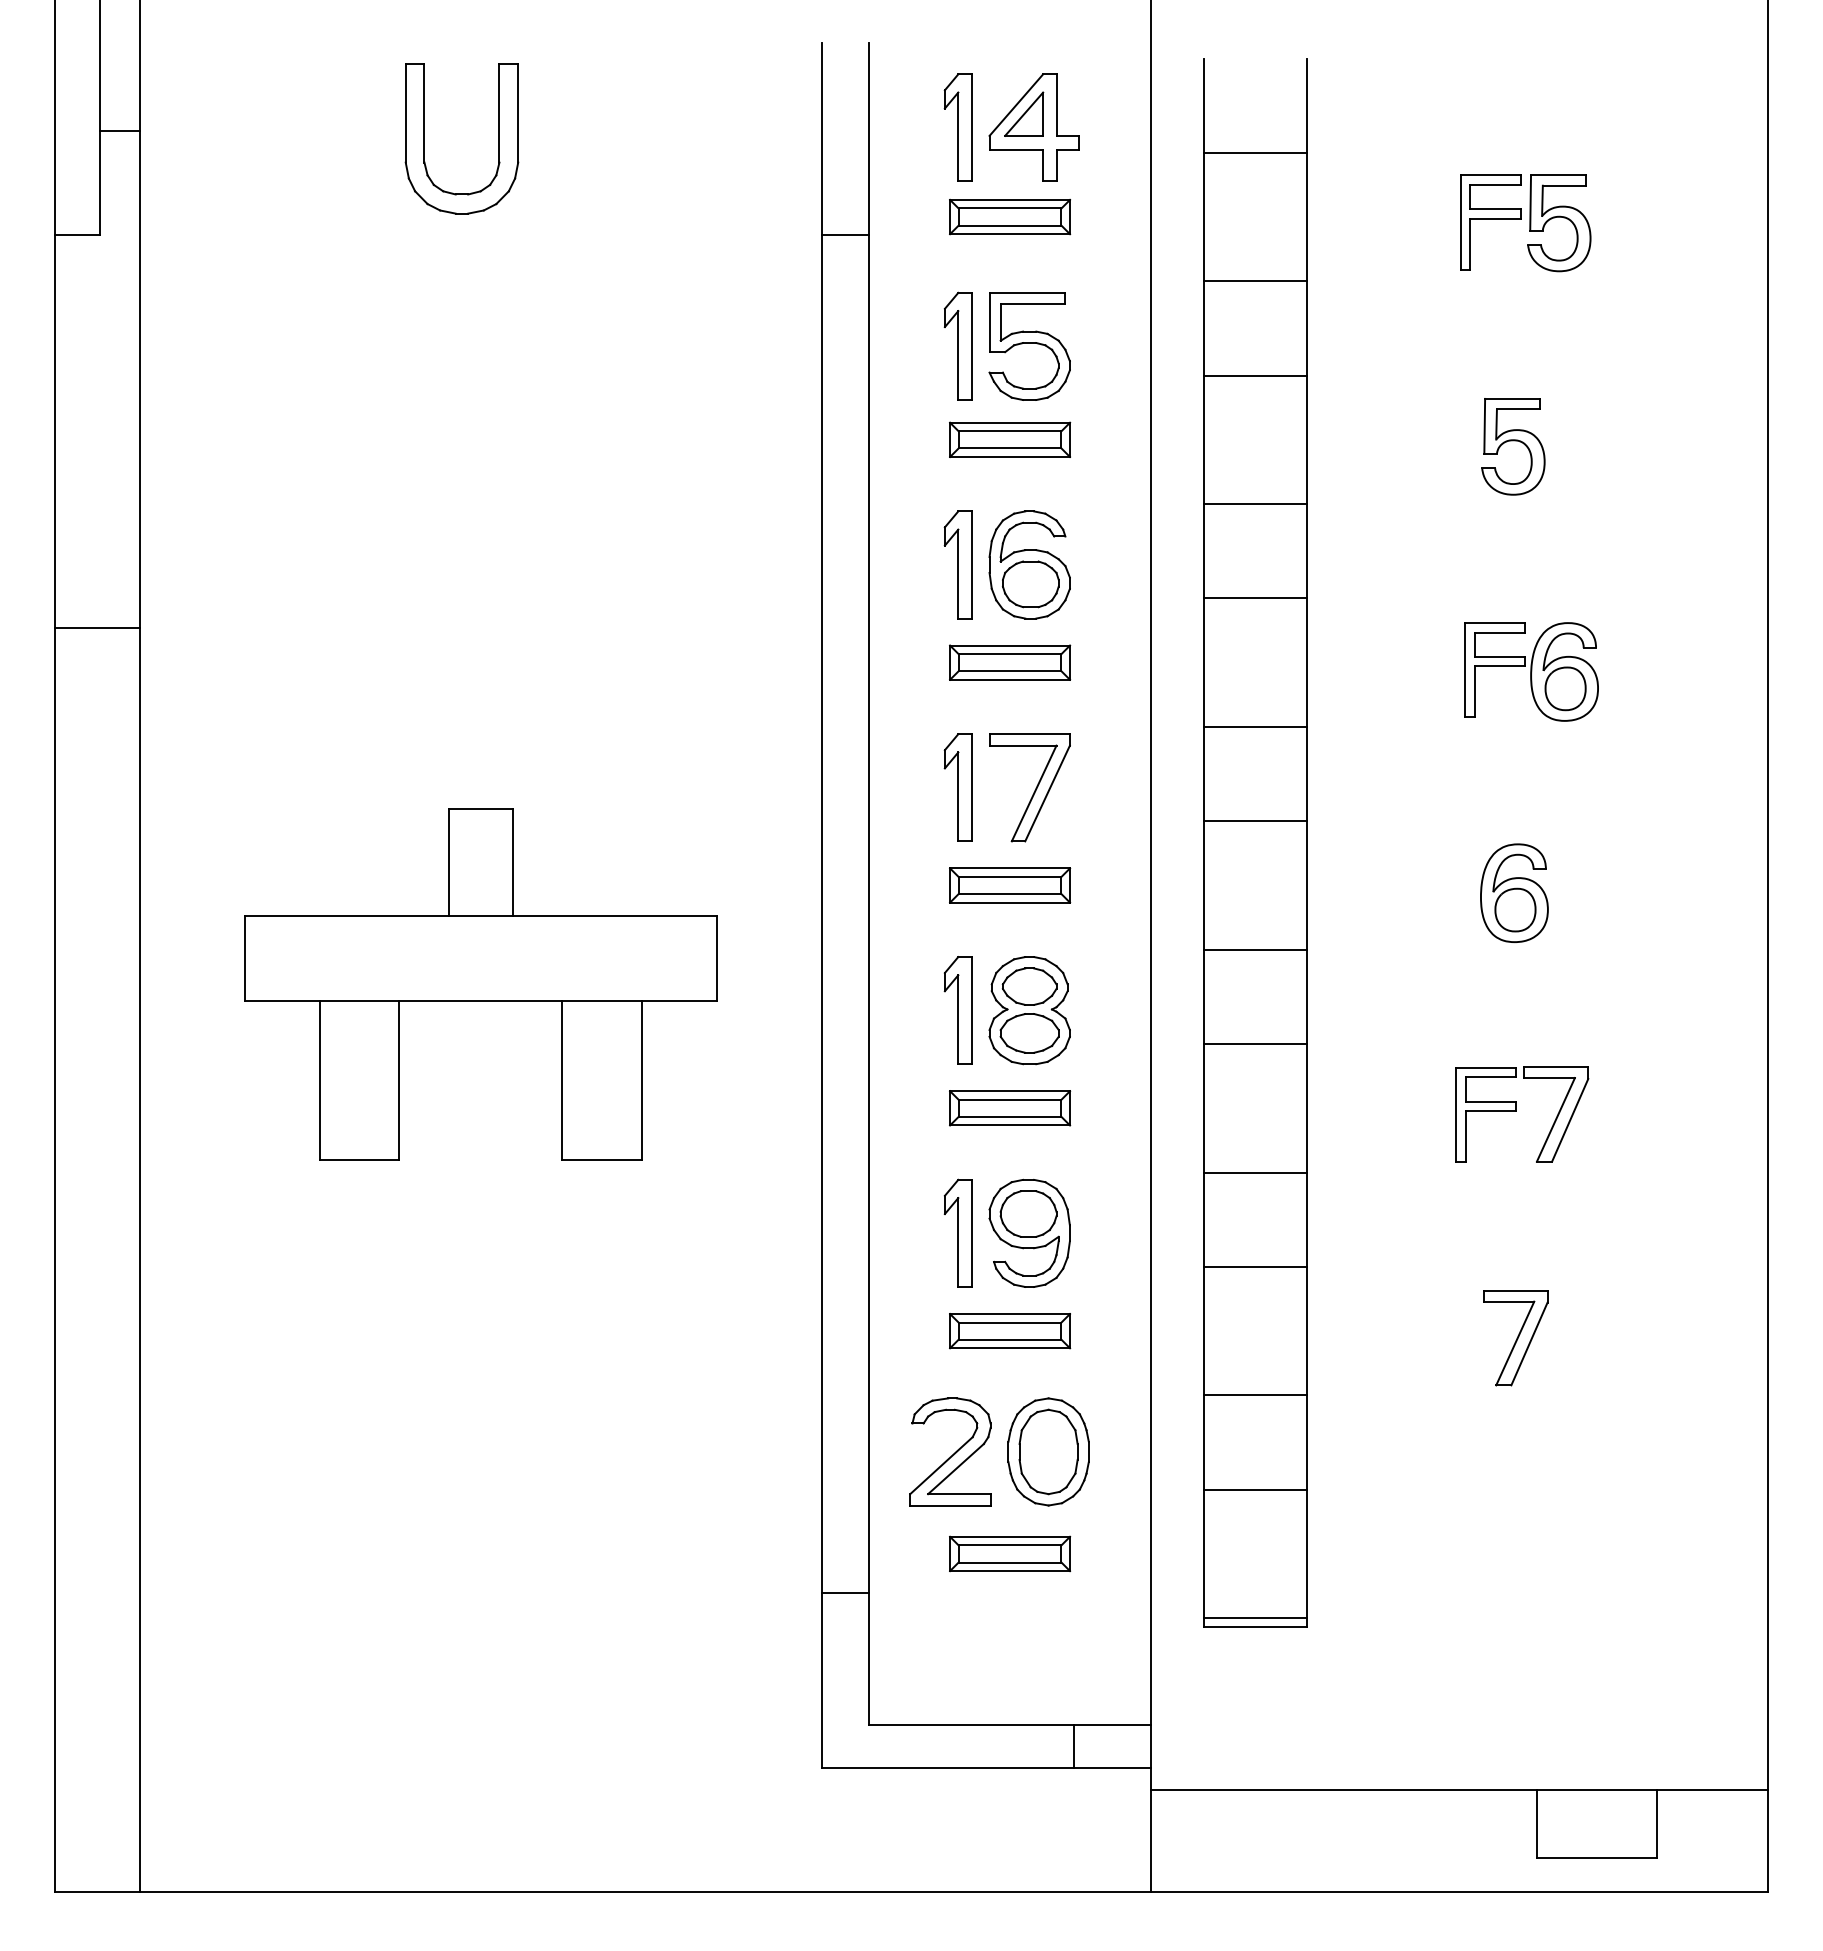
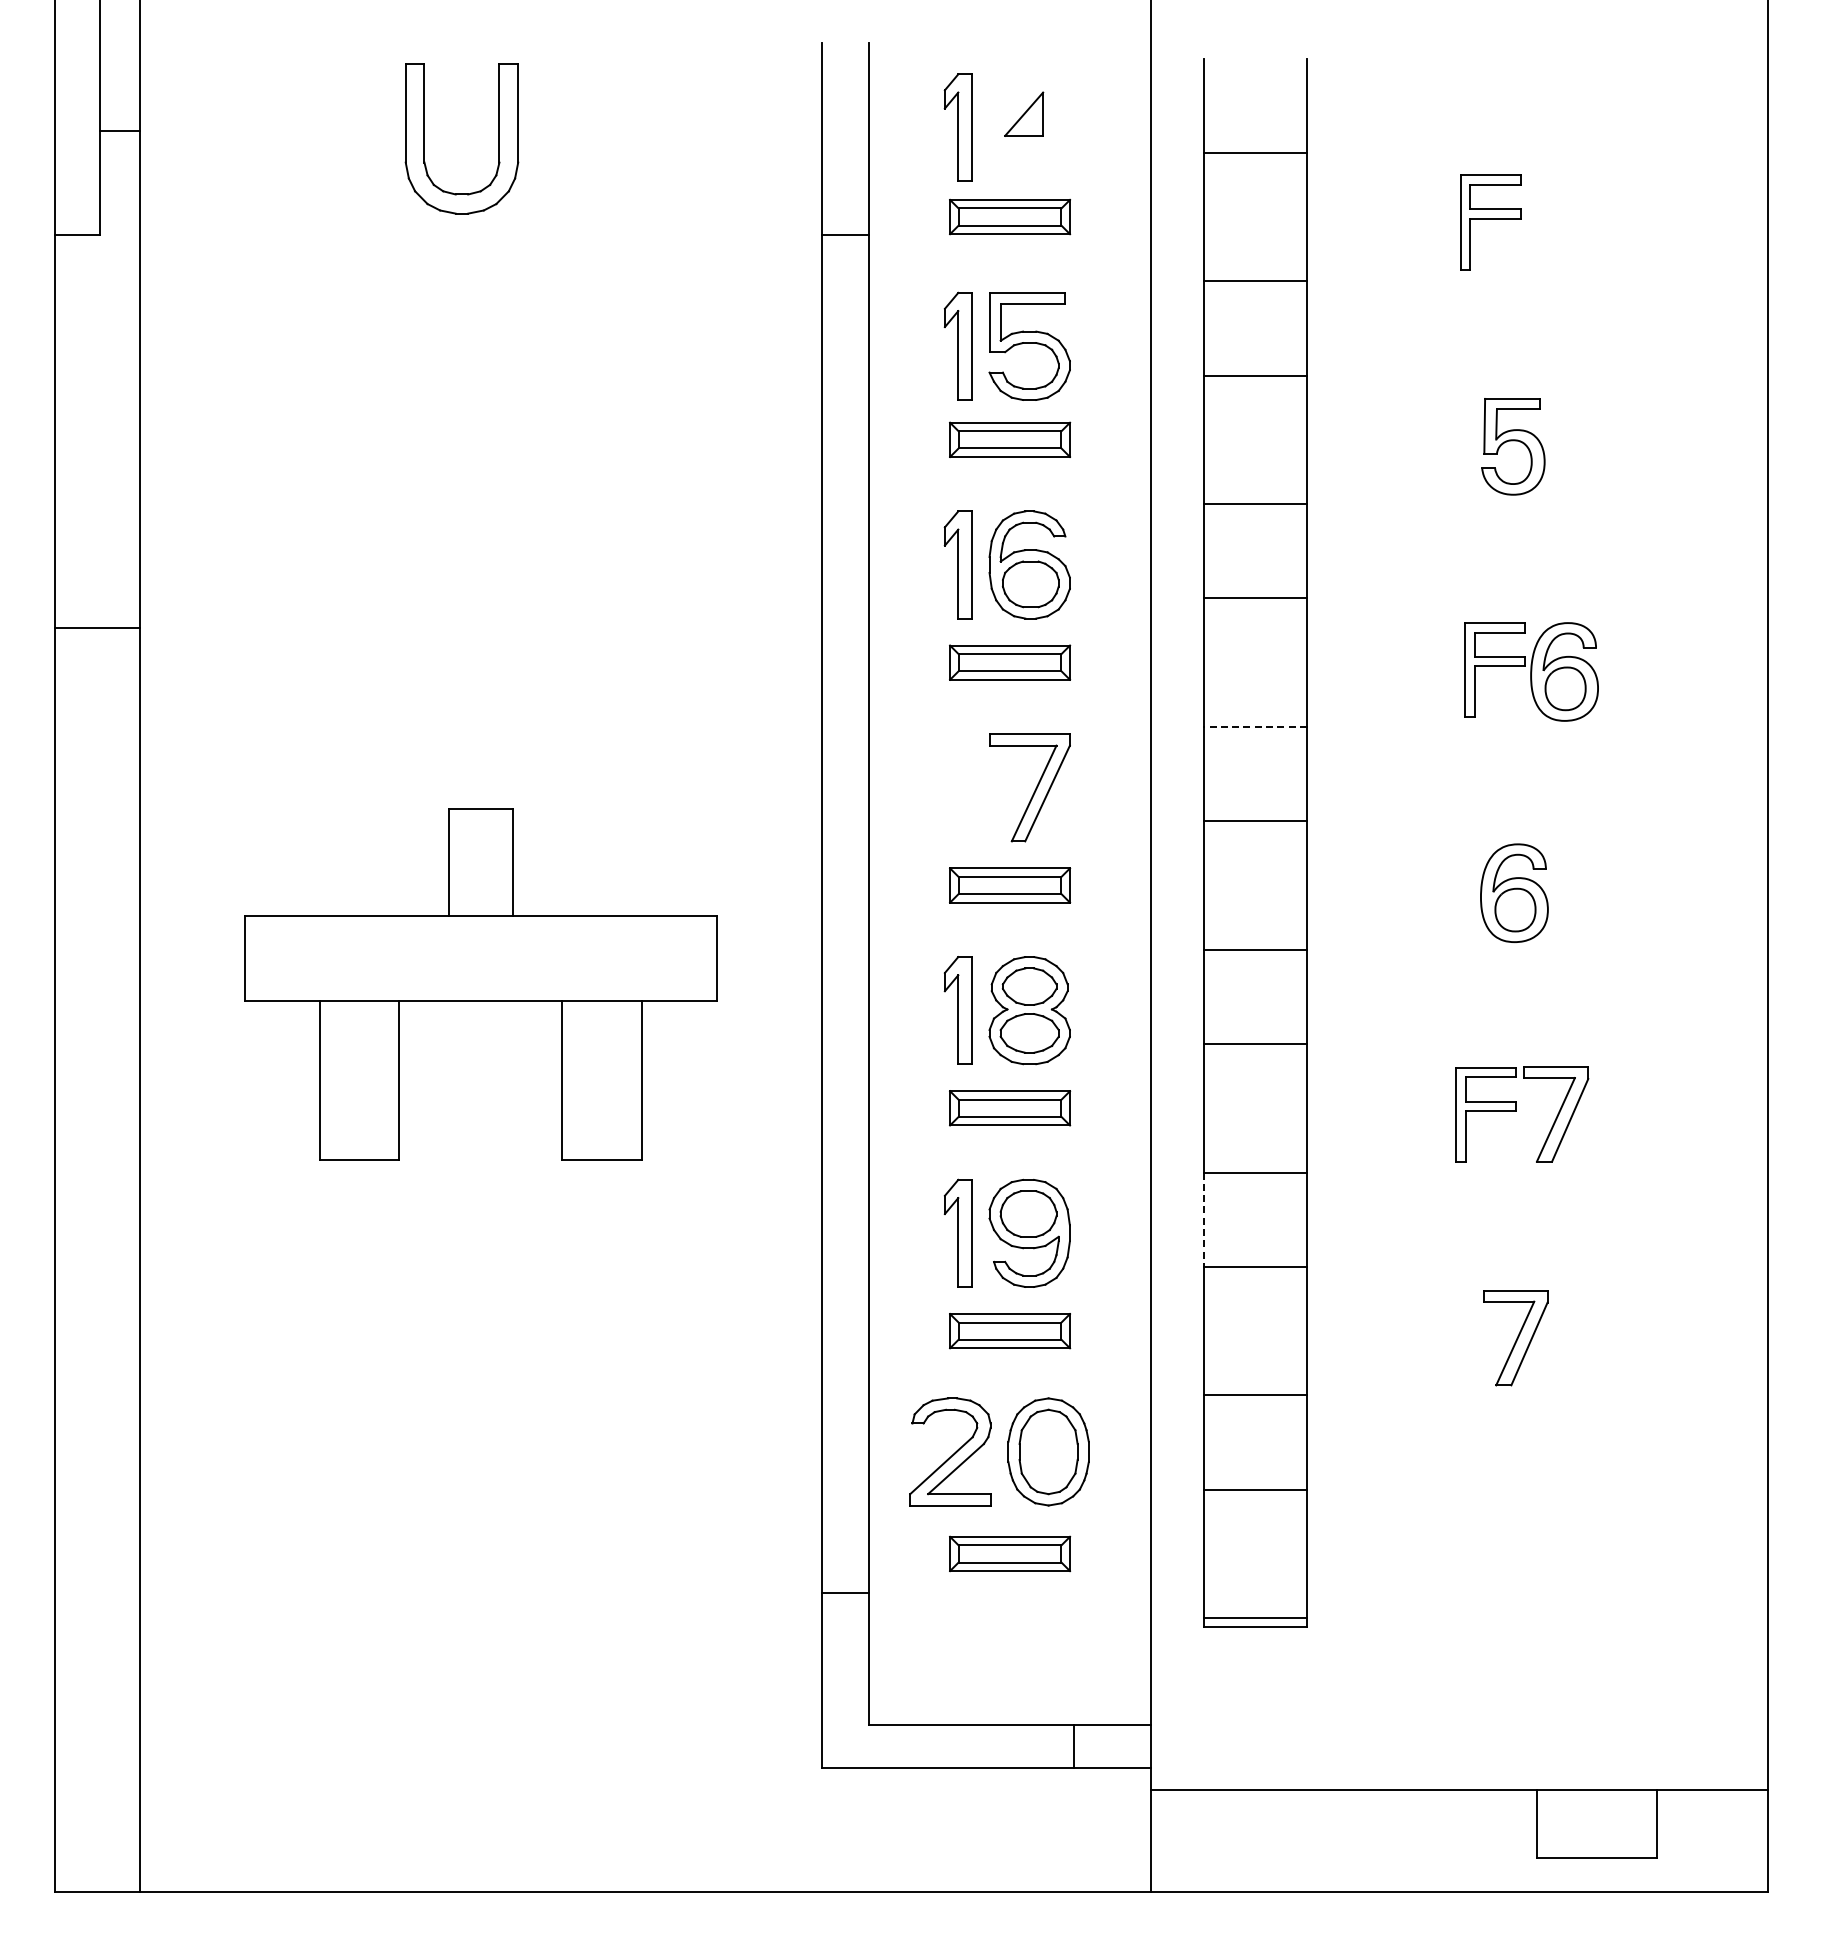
part at (1033, 127): present -> none
part at (1559, 223): present -> none
line at (1255, 726): solid -> dashed
part at (957, 787): present -> none
line at (1204, 1220): solid -> dashed
